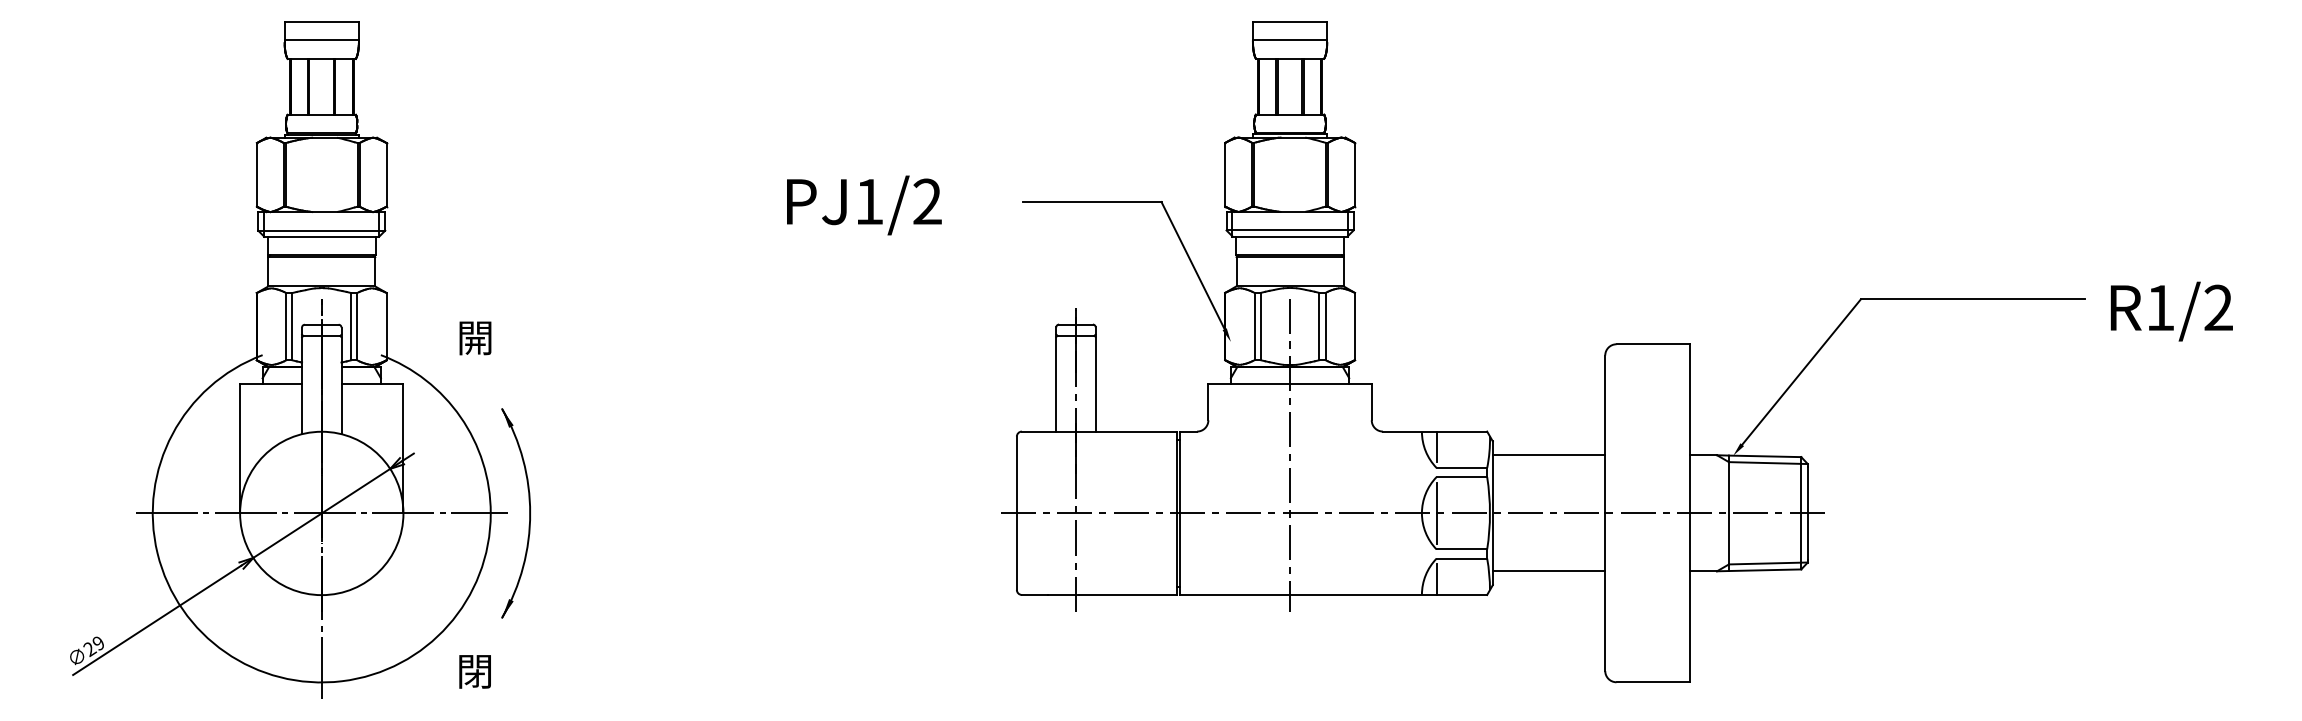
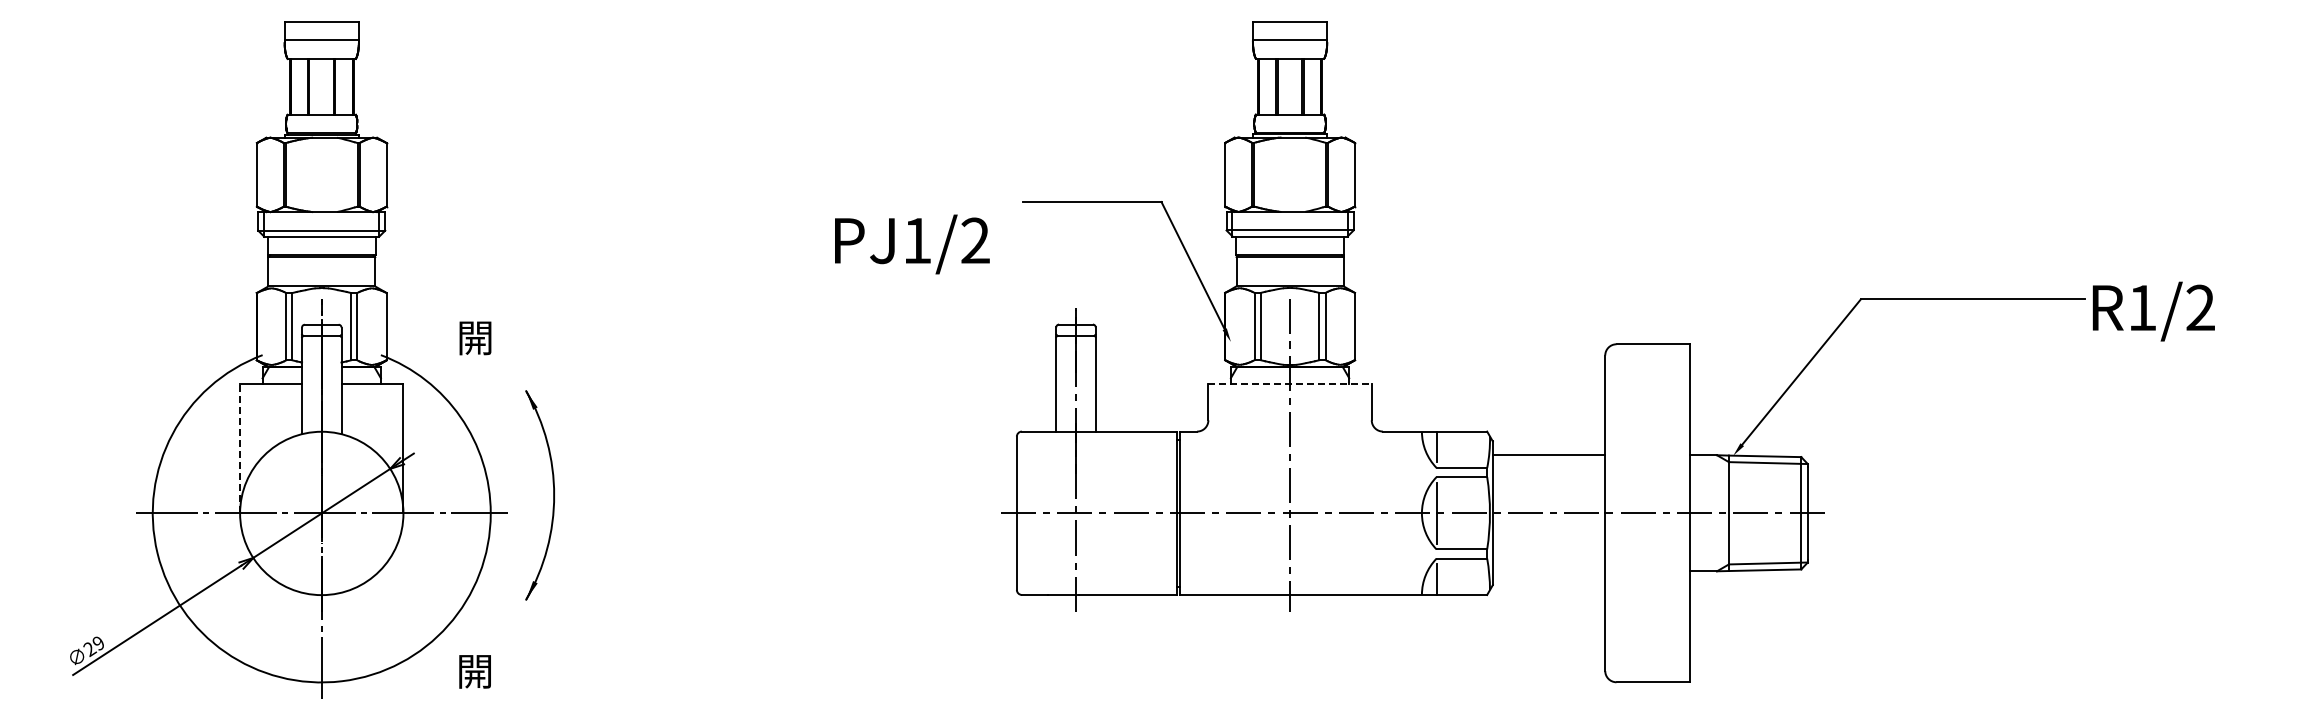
text at (864, 205) position: (864, 205) -> (912, 244)
text at (2171, 311) position: (2171, 311) -> (2153, 311)
line at (1290, 383): solid -> dashed
line at (240, 448): solid -> dashed
part at (529, 513) position: (529, 513) -> (553, 495)
line at (1548, 571): present -> none
text at (475, 674): 閉 -> 開
